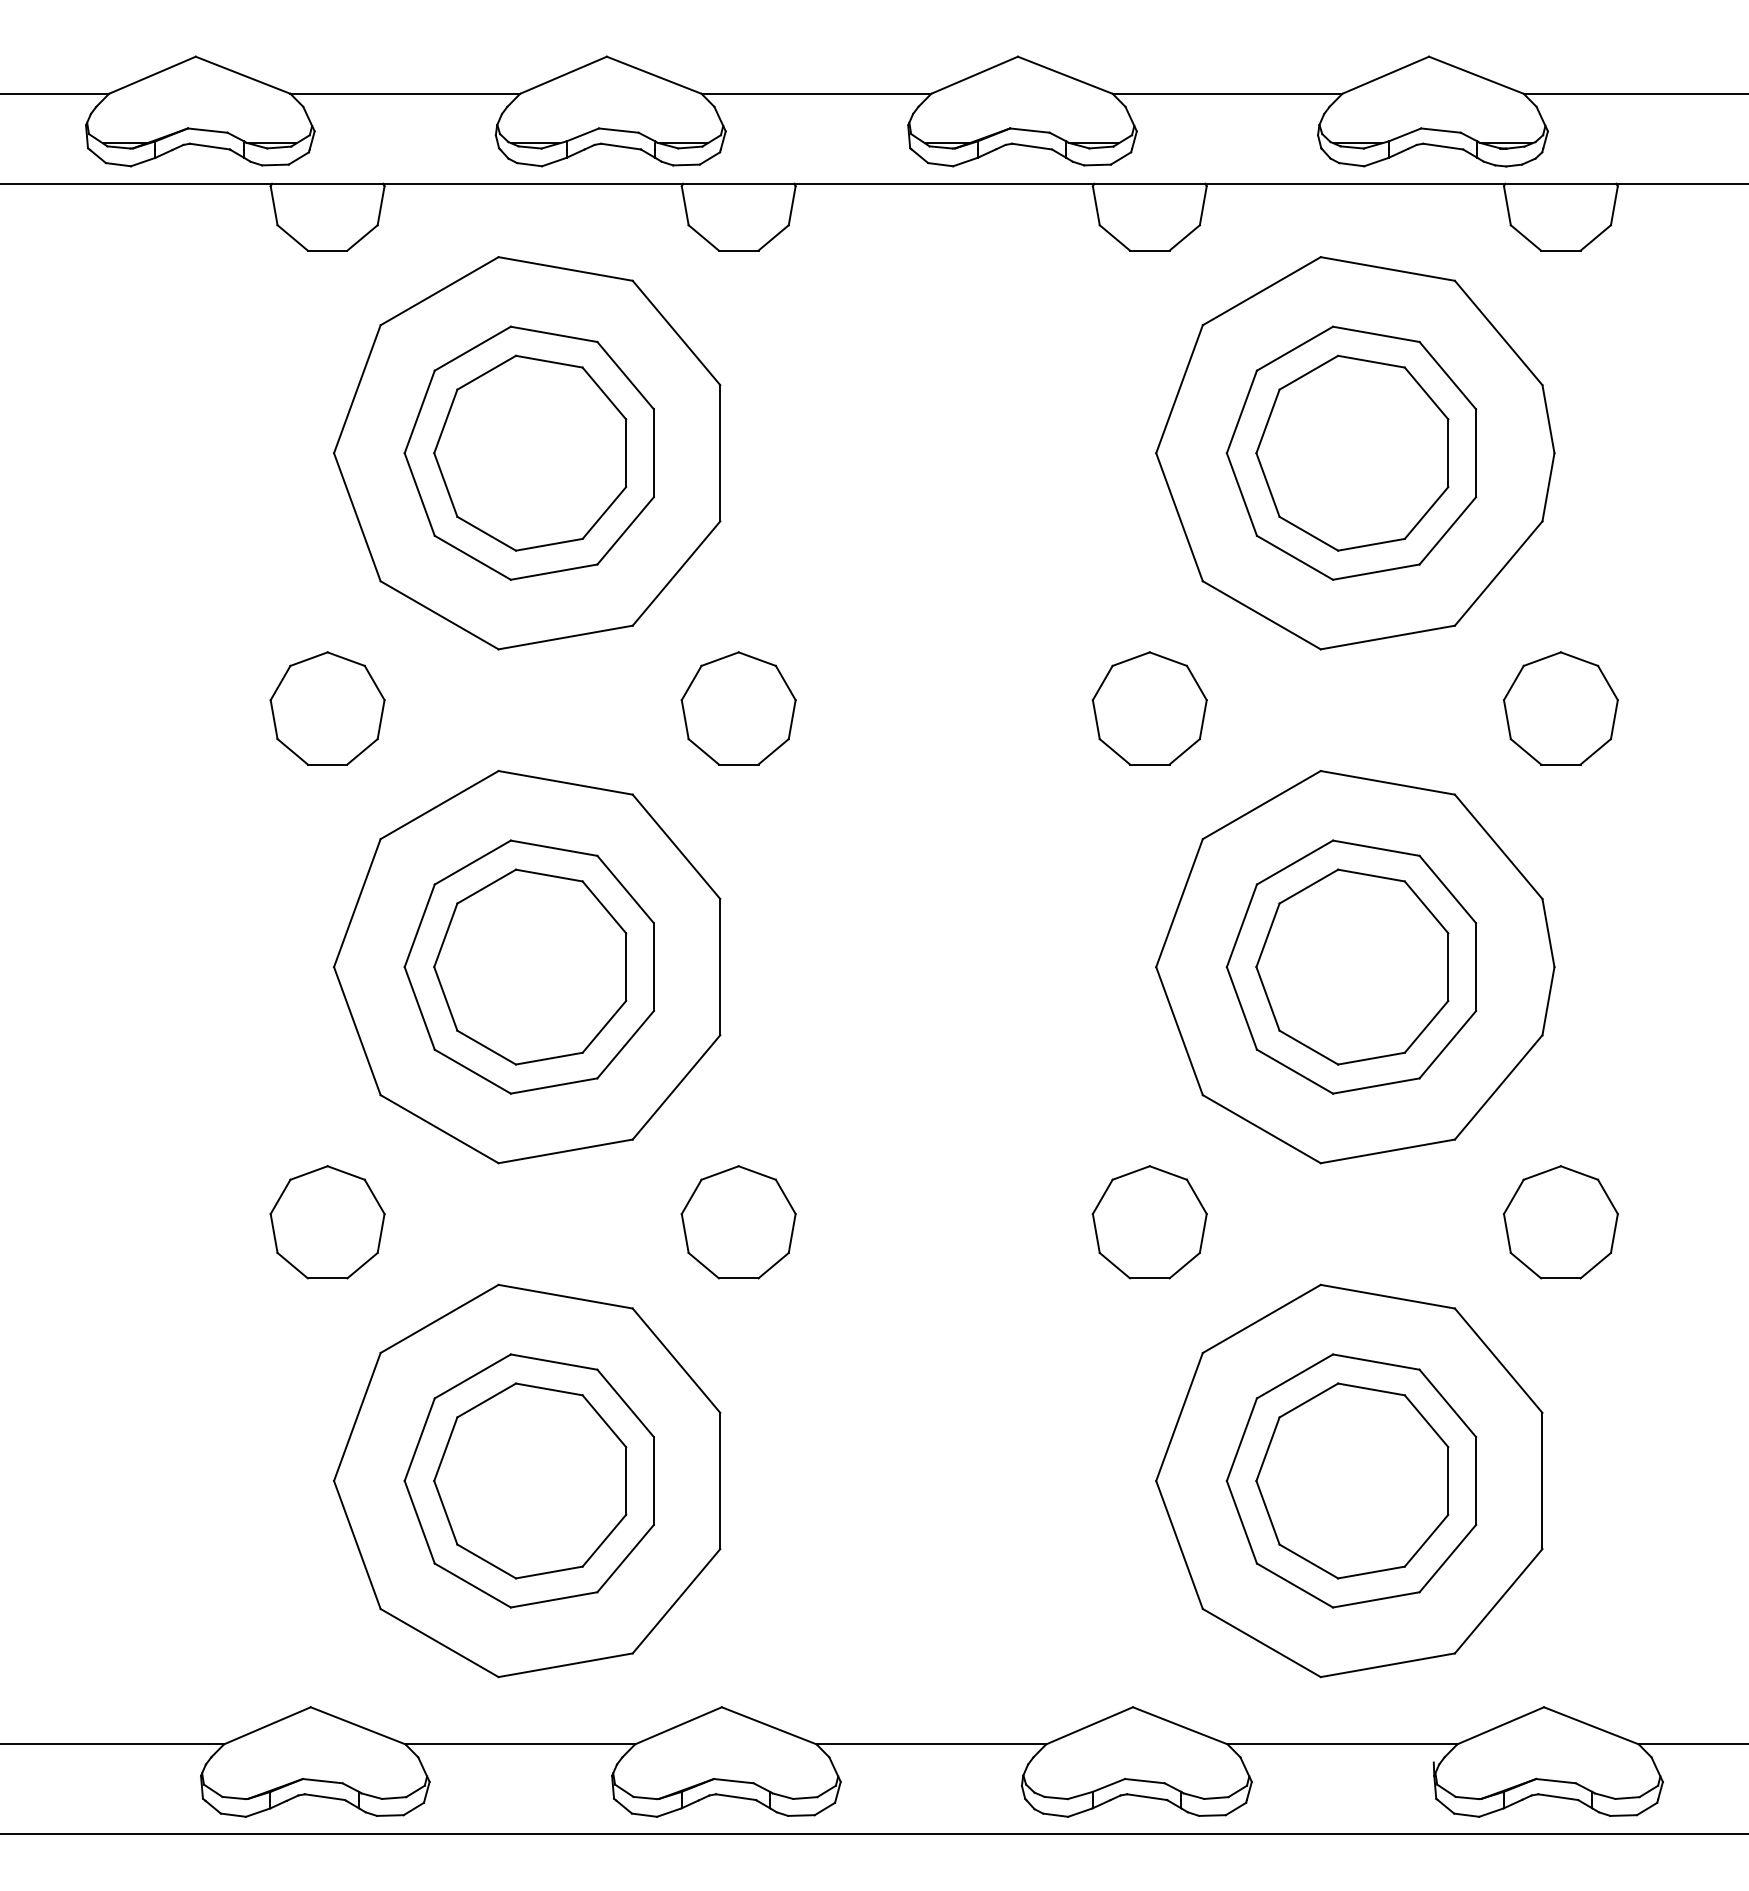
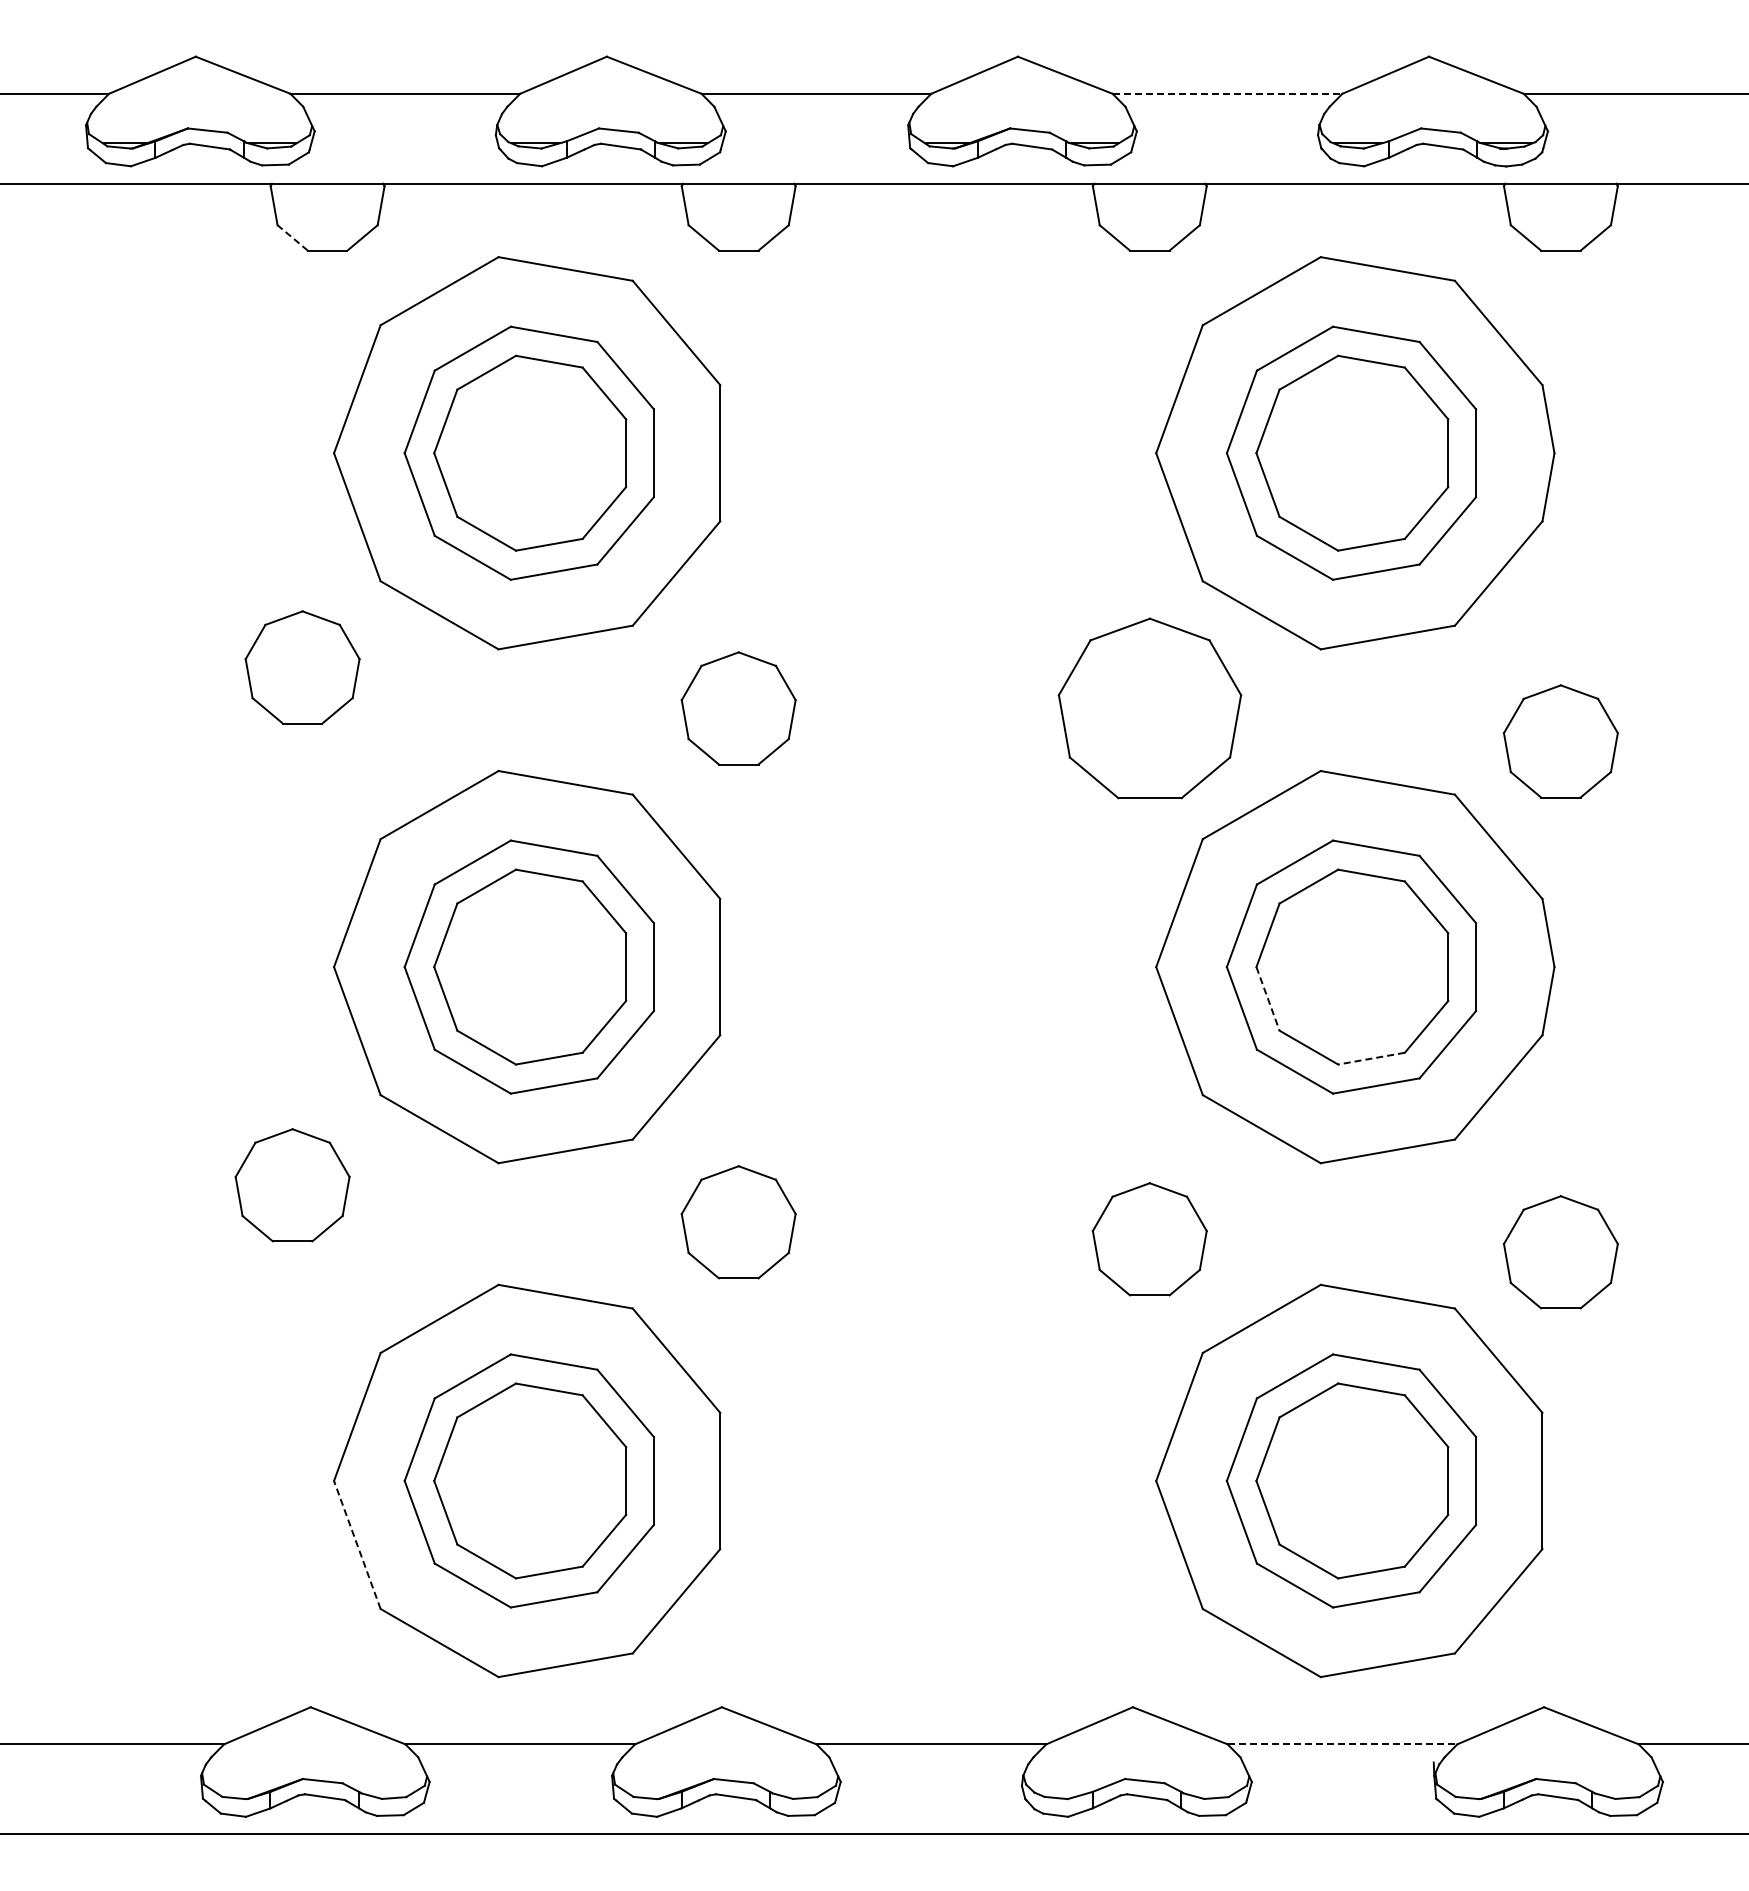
line at (1227, 93): solid -> dashed
line at (292, 237): solid -> dashed
part at (327, 708) position: (327, 708) -> (302, 667)
part at (1149, 708) size: 117x115 px -> 186x183 px
part at (1560, 708) position: (1560, 708) -> (1560, 741)
line at (1268, 998): solid -> dashed
line at (1371, 1058): solid -> dashed
part at (327, 1222) position: (327, 1222) -> (292, 1185)
part at (1149, 1222) position: (1149, 1222) -> (1149, 1239)
part at (1560, 1222) position: (1560, 1222) -> (1560, 1252)
line at (357, 1544): solid -> dashed
line at (1342, 1744): solid -> dashed
